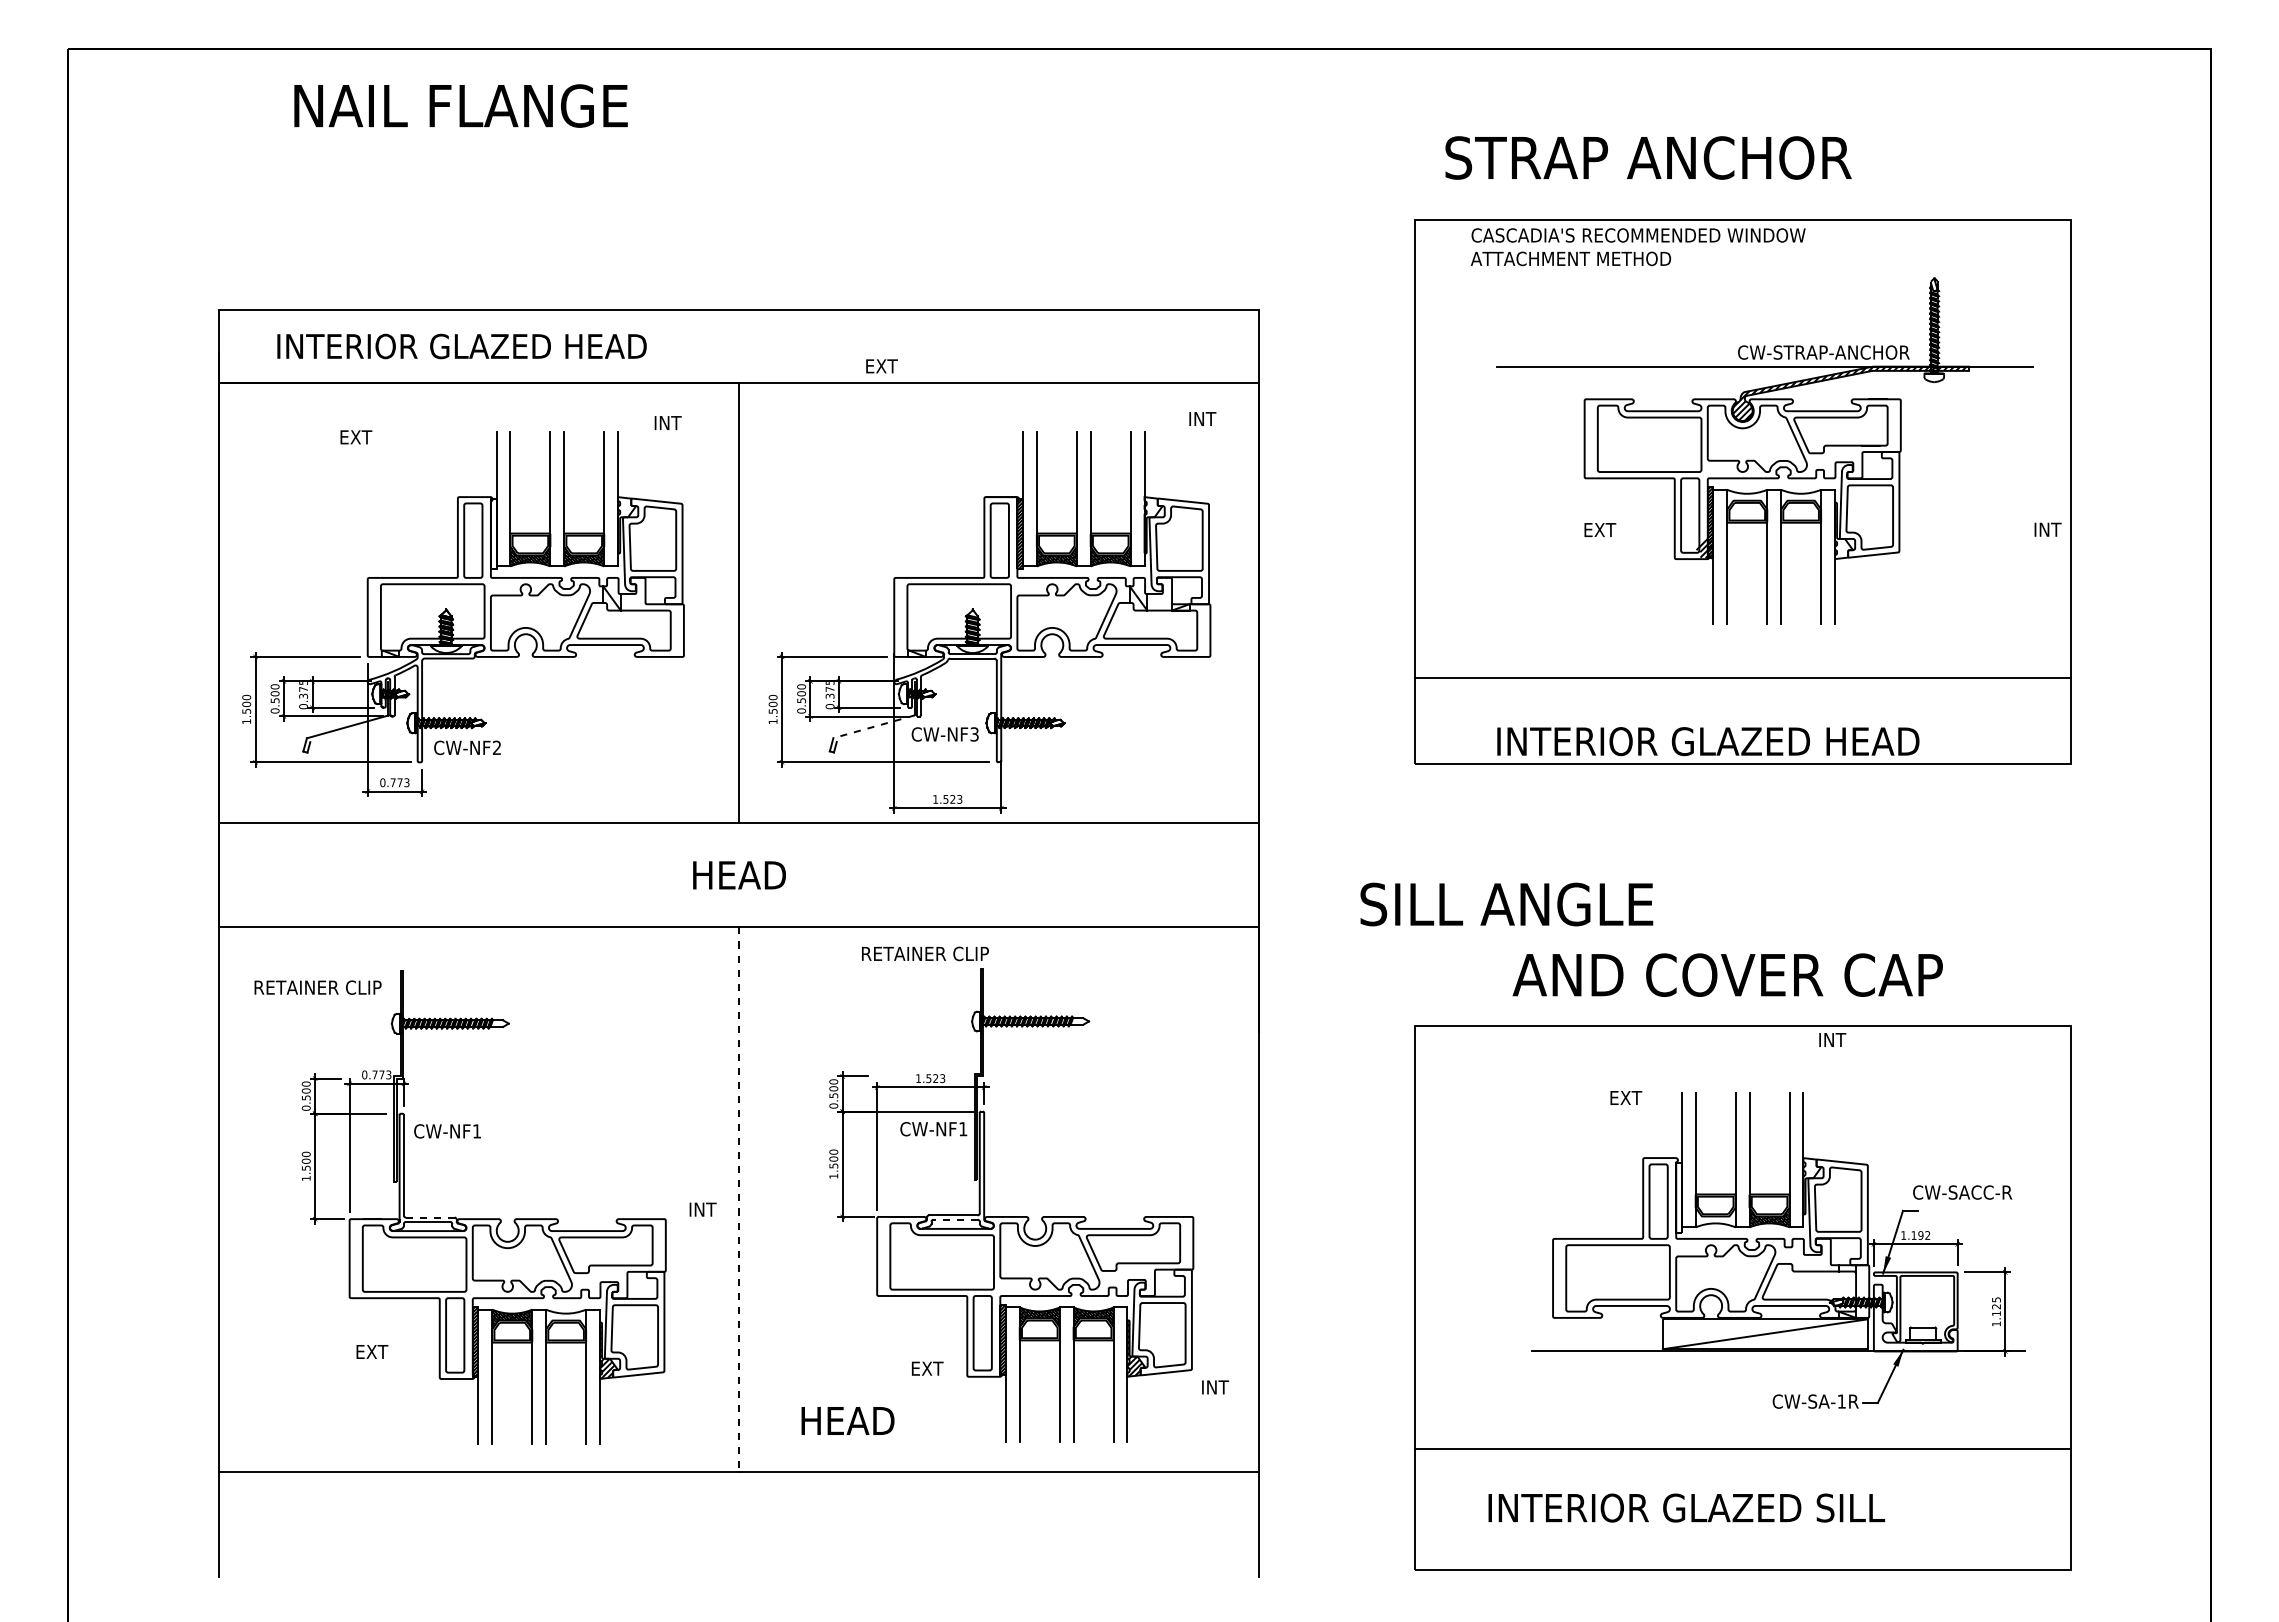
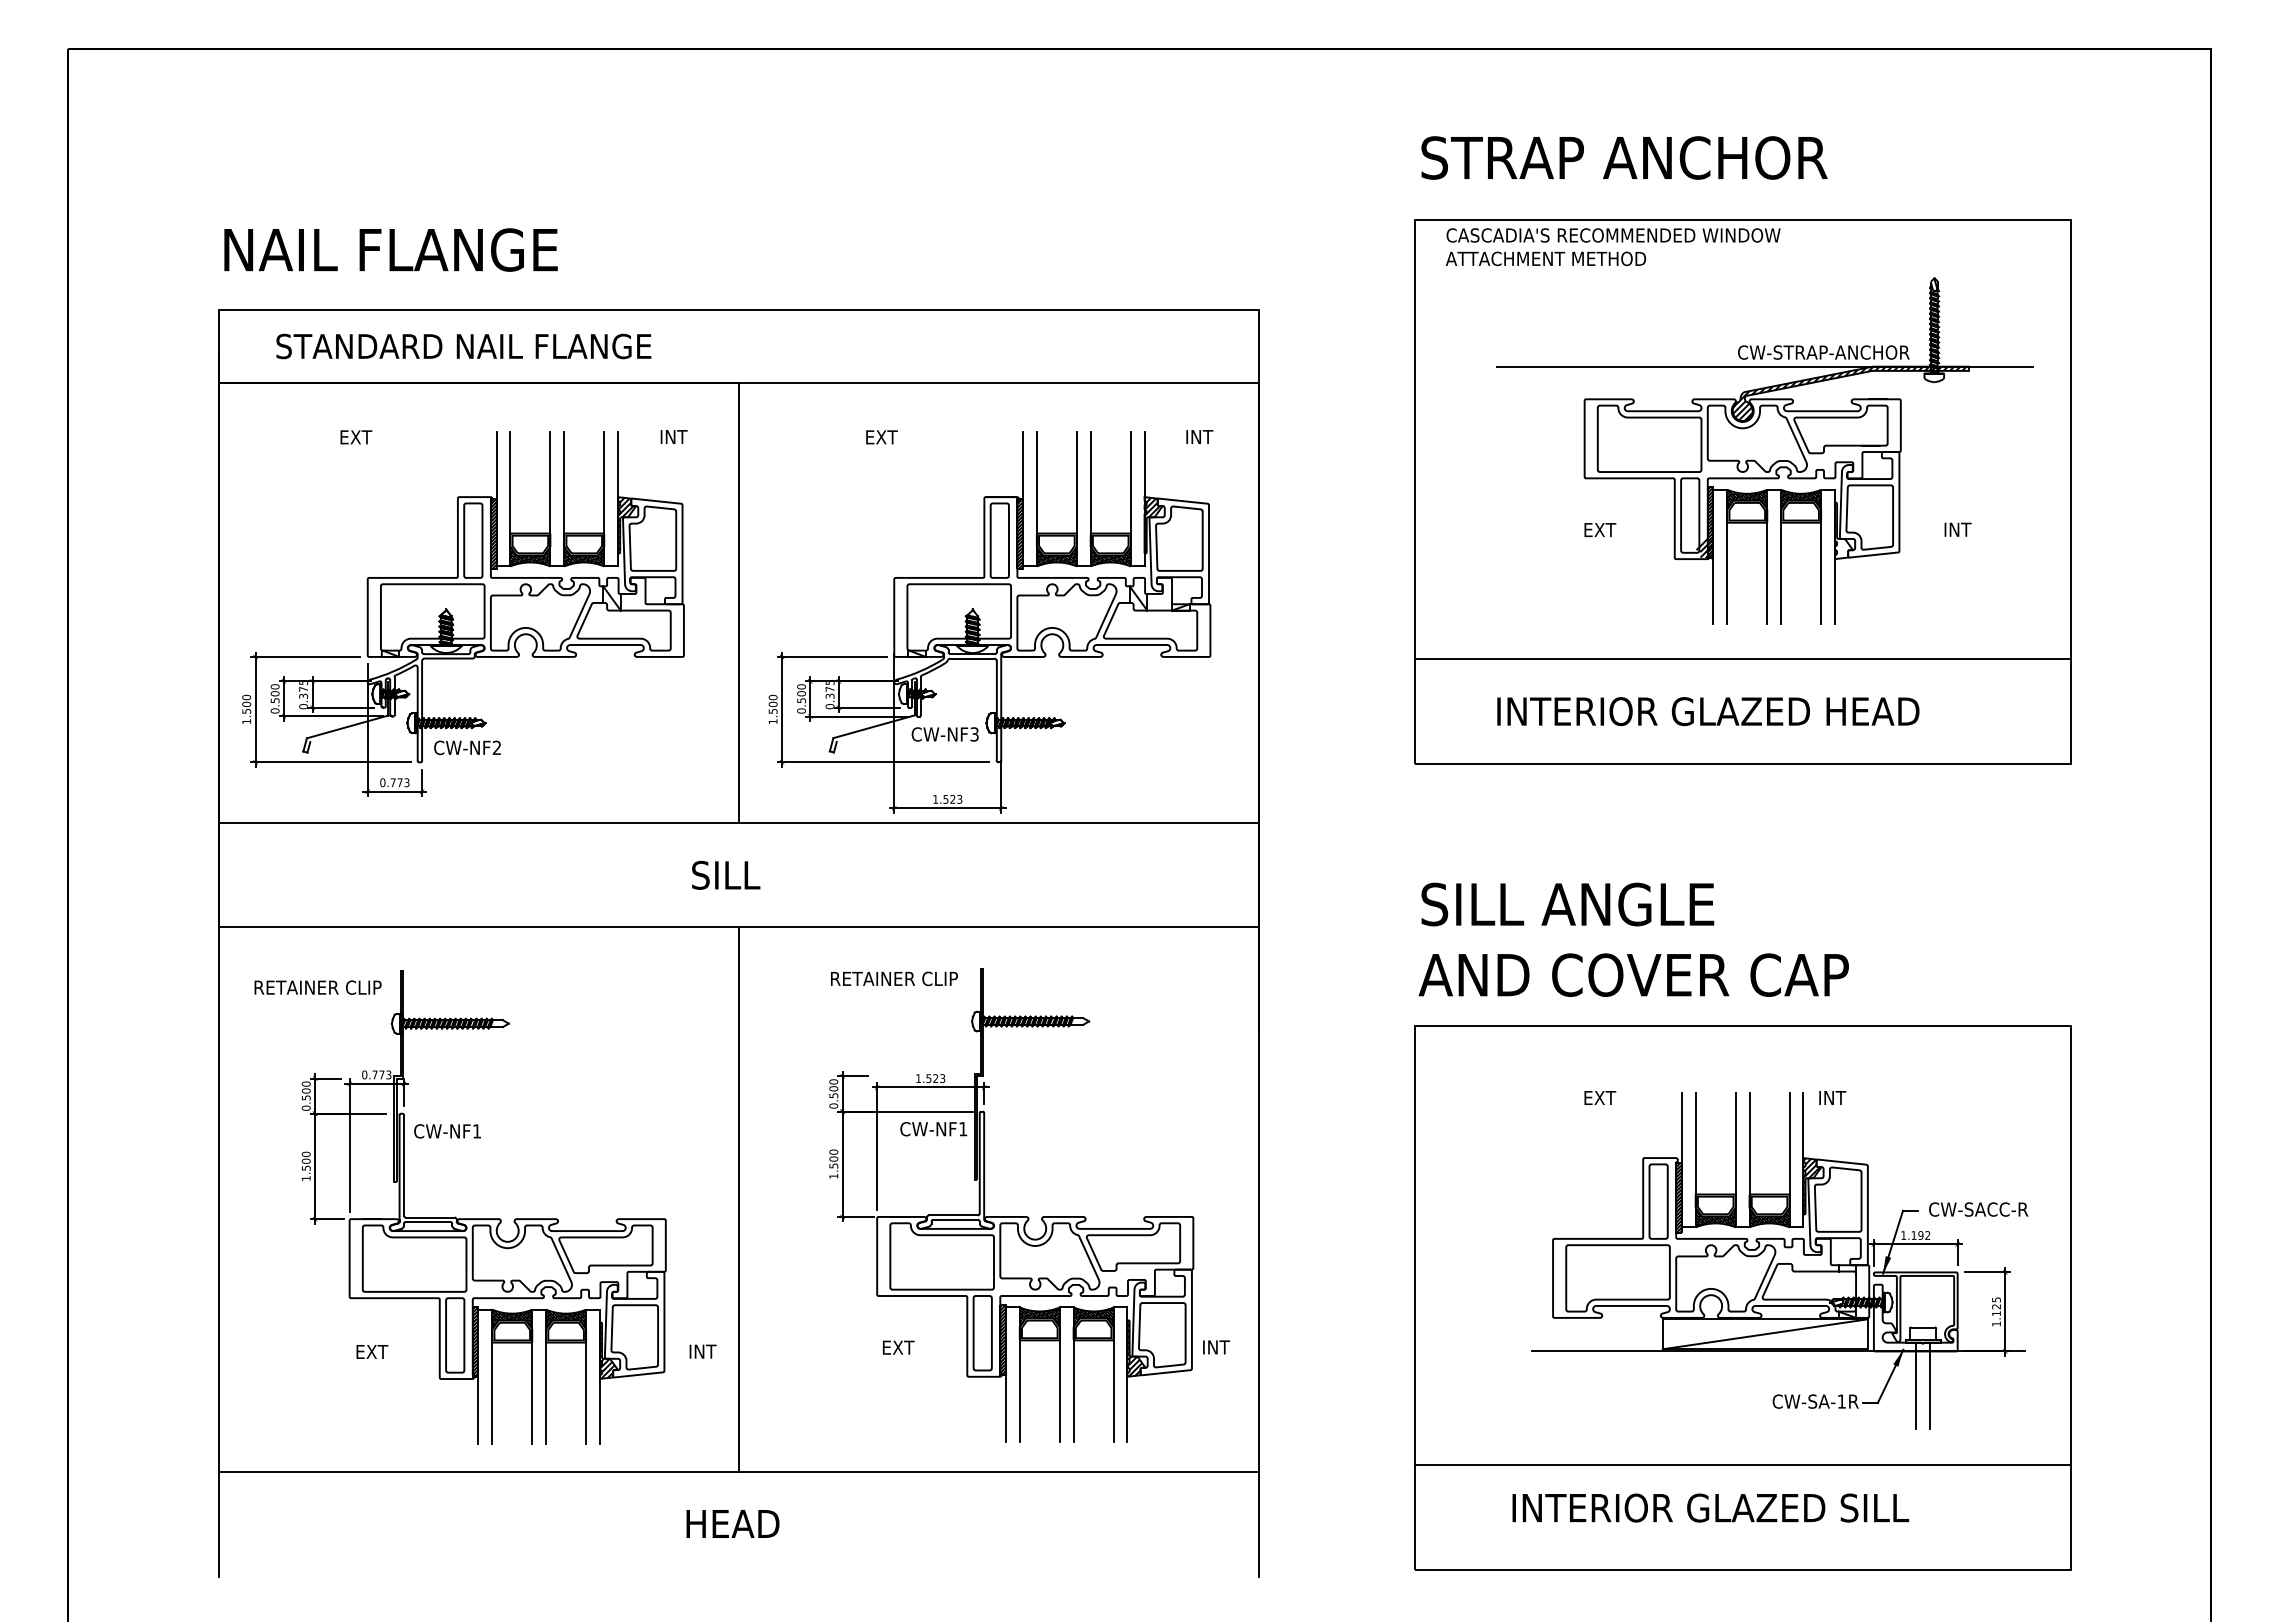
text at (460, 105) position: (460, 105) -> (390, 249)
text at (1648, 157) position: (1648, 157) -> (1624, 157)
text at (1637, 247) position: (1637, 247) -> (1612, 247)
text at (463, 346): INTERIOR GLAZED HEAD -> STANDARD NAIL FLANGE
text at (881, 366) position: (881, 366) -> (881, 437)
text at (1202, 418) position: (1202, 418) -> (1199, 436)
text at (667, 422) position: (667, 422) -> (673, 436)
hatch at (1747, 499): none -> present
hatch at (1801, 499): none -> present
hatch at (625, 523): none -> present
hatch at (1152, 523): none -> present
text at (2047, 529) position: (2047, 529) -> (1957, 529)
hatch at (493, 533): none -> present
line at (1742, 678) position: (1742, 678) -> (1742, 659)
line at (873, 726): dashed -> solid
text at (1708, 741) position: (1708, 741) -> (1708, 711)
text at (738, 874): HEAD -> SILL
text at (1506, 904) position: (1506, 904) -> (1567, 904)
text at (925, 953) position: (925, 953) -> (894, 978)
text at (1727, 974) position: (1727, 974) -> (1633, 974)
text at (1832, 1039) position: (1832, 1039) -> (1832, 1097)
text at (1626, 1097) position: (1626, 1097) -> (1600, 1097)
hatch at (1811, 1185): none -> present
text at (1962, 1192) position: (1962, 1192) -> (1978, 1209)
hatch at (1678, 1197): none -> present
line at (738, 1200): dashed -> solid
text at (702, 1209) position: (702, 1209) -> (702, 1351)
line at (430, 1217): dashed -> solid
hatch at (1715, 1217): none -> present
line at (955, 1219): dashed -> solid
hatch at (566, 1319): none -> present
text at (927, 1368) position: (927, 1368) -> (898, 1347)
line at (1915, 1385): none -> present
line at (1930, 1385): none -> present
text at (1215, 1387) position: (1215, 1387) -> (1216, 1347)
text at (847, 1420) position: (847, 1420) -> (732, 1523)
line at (1742, 1449) position: (1742, 1449) -> (1742, 1465)
text at (1686, 1507) position: (1686, 1507) -> (1710, 1507)
